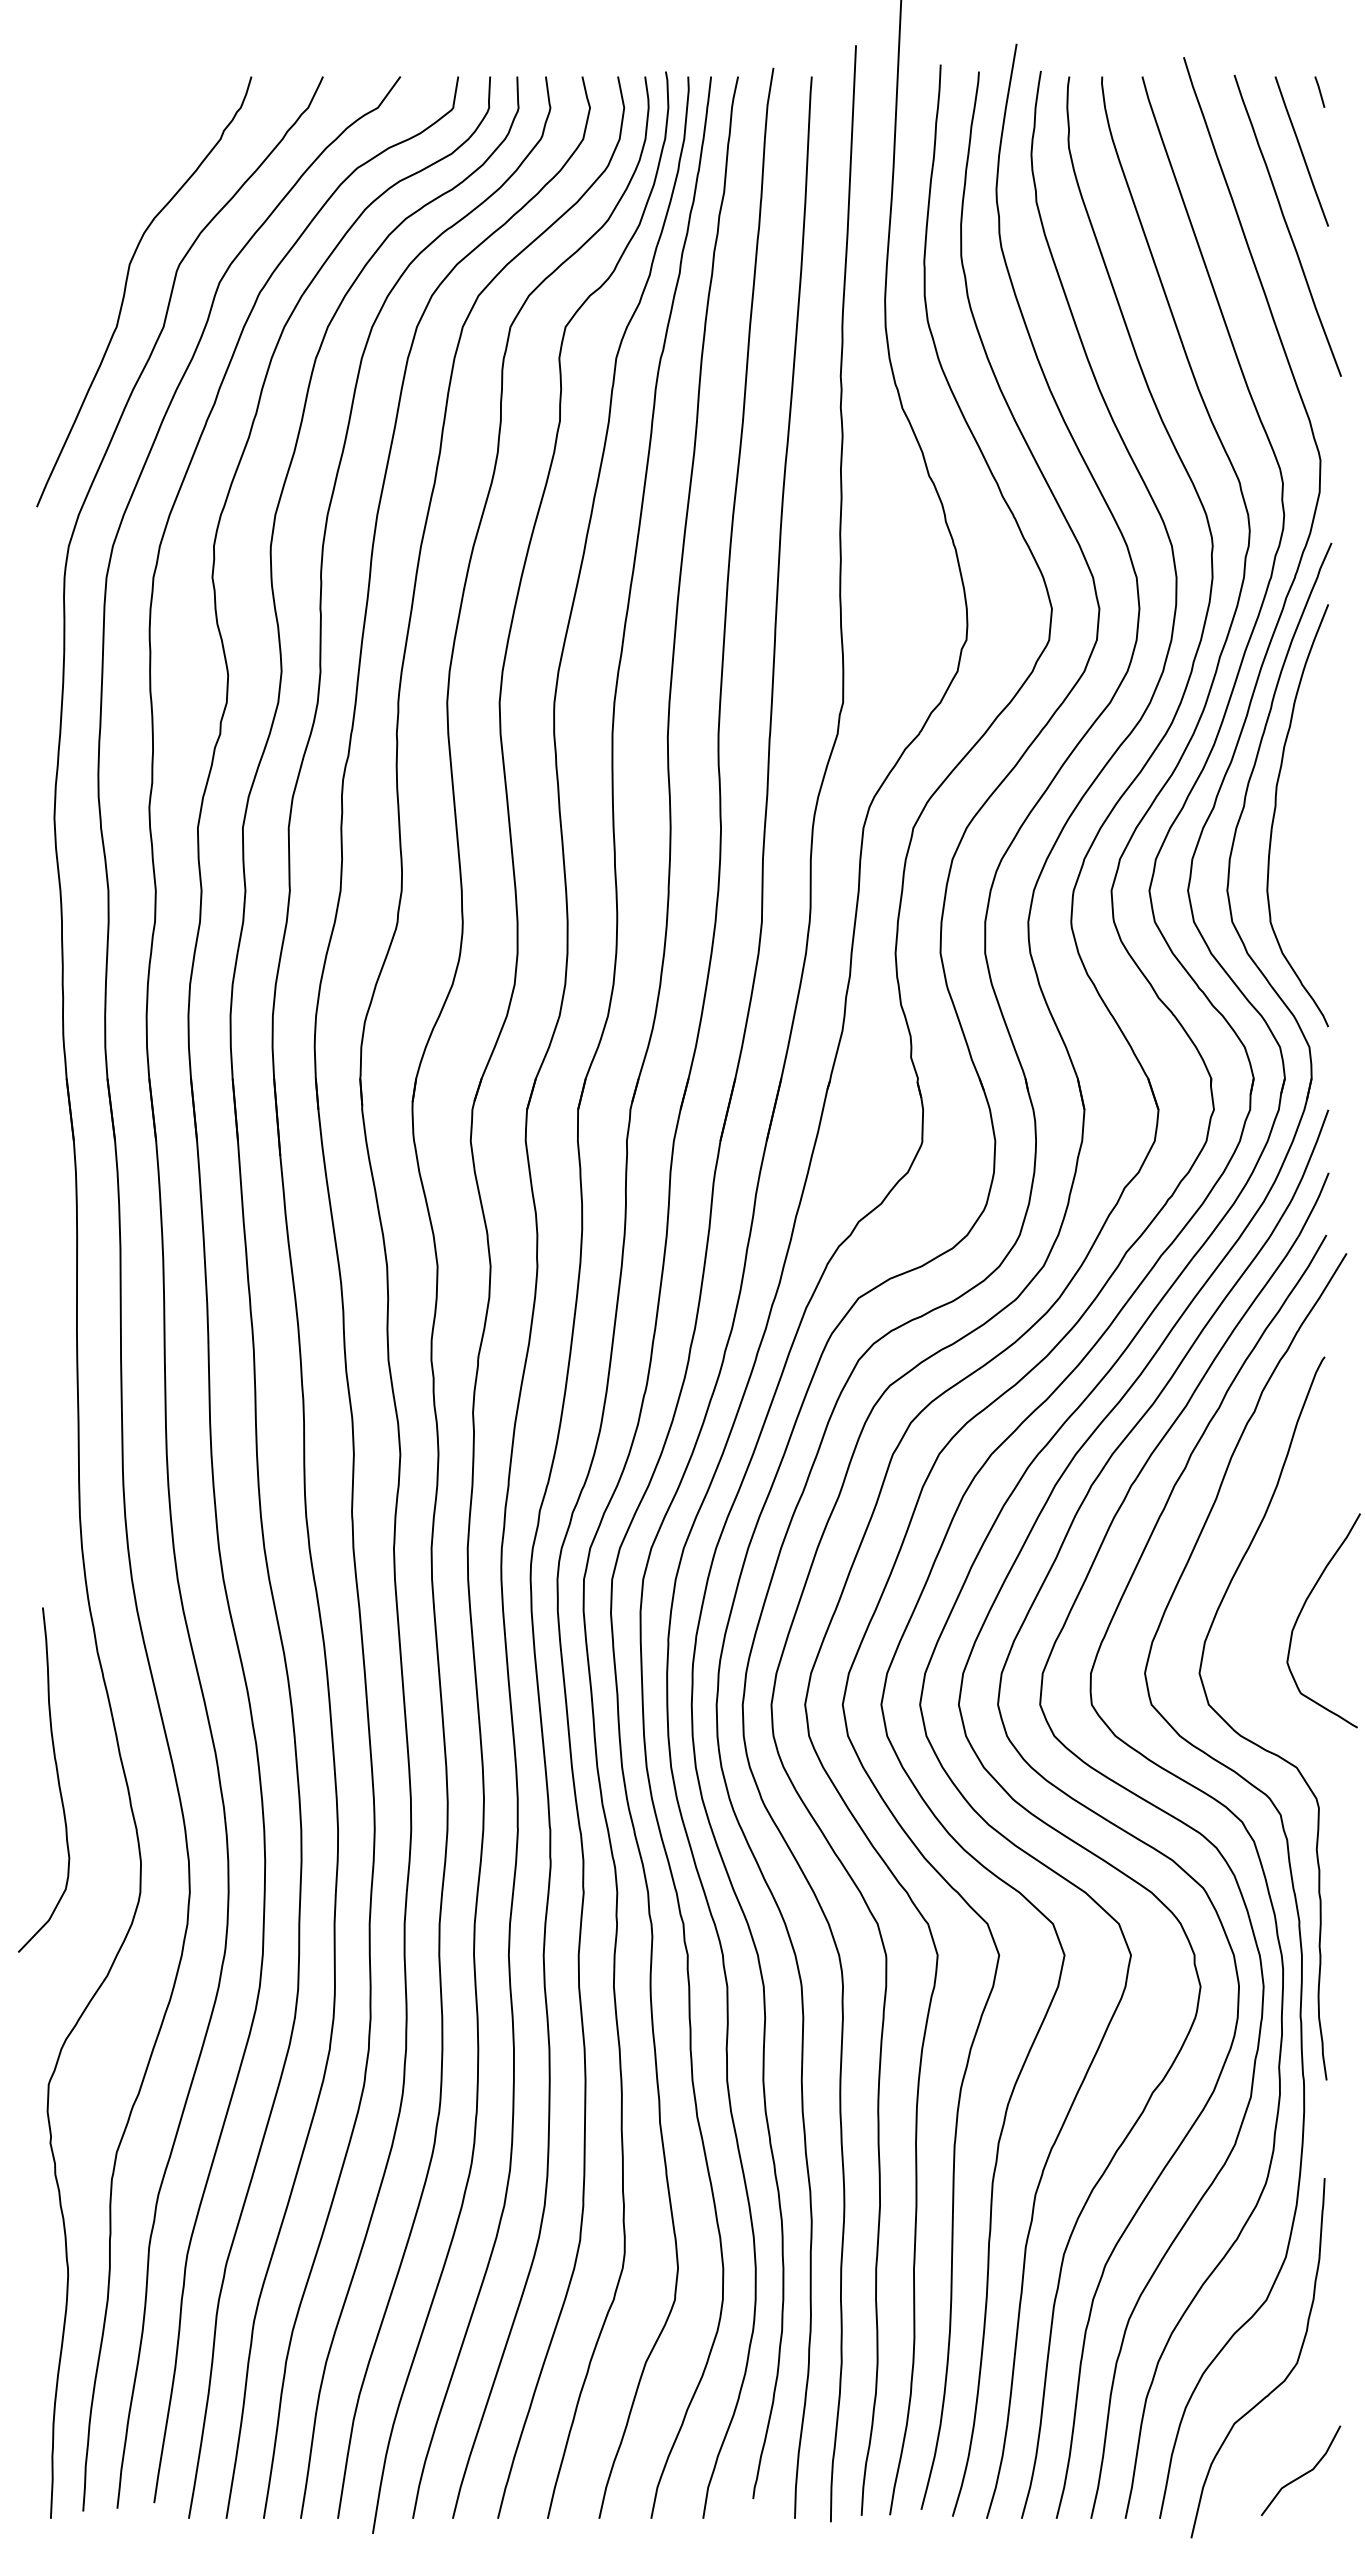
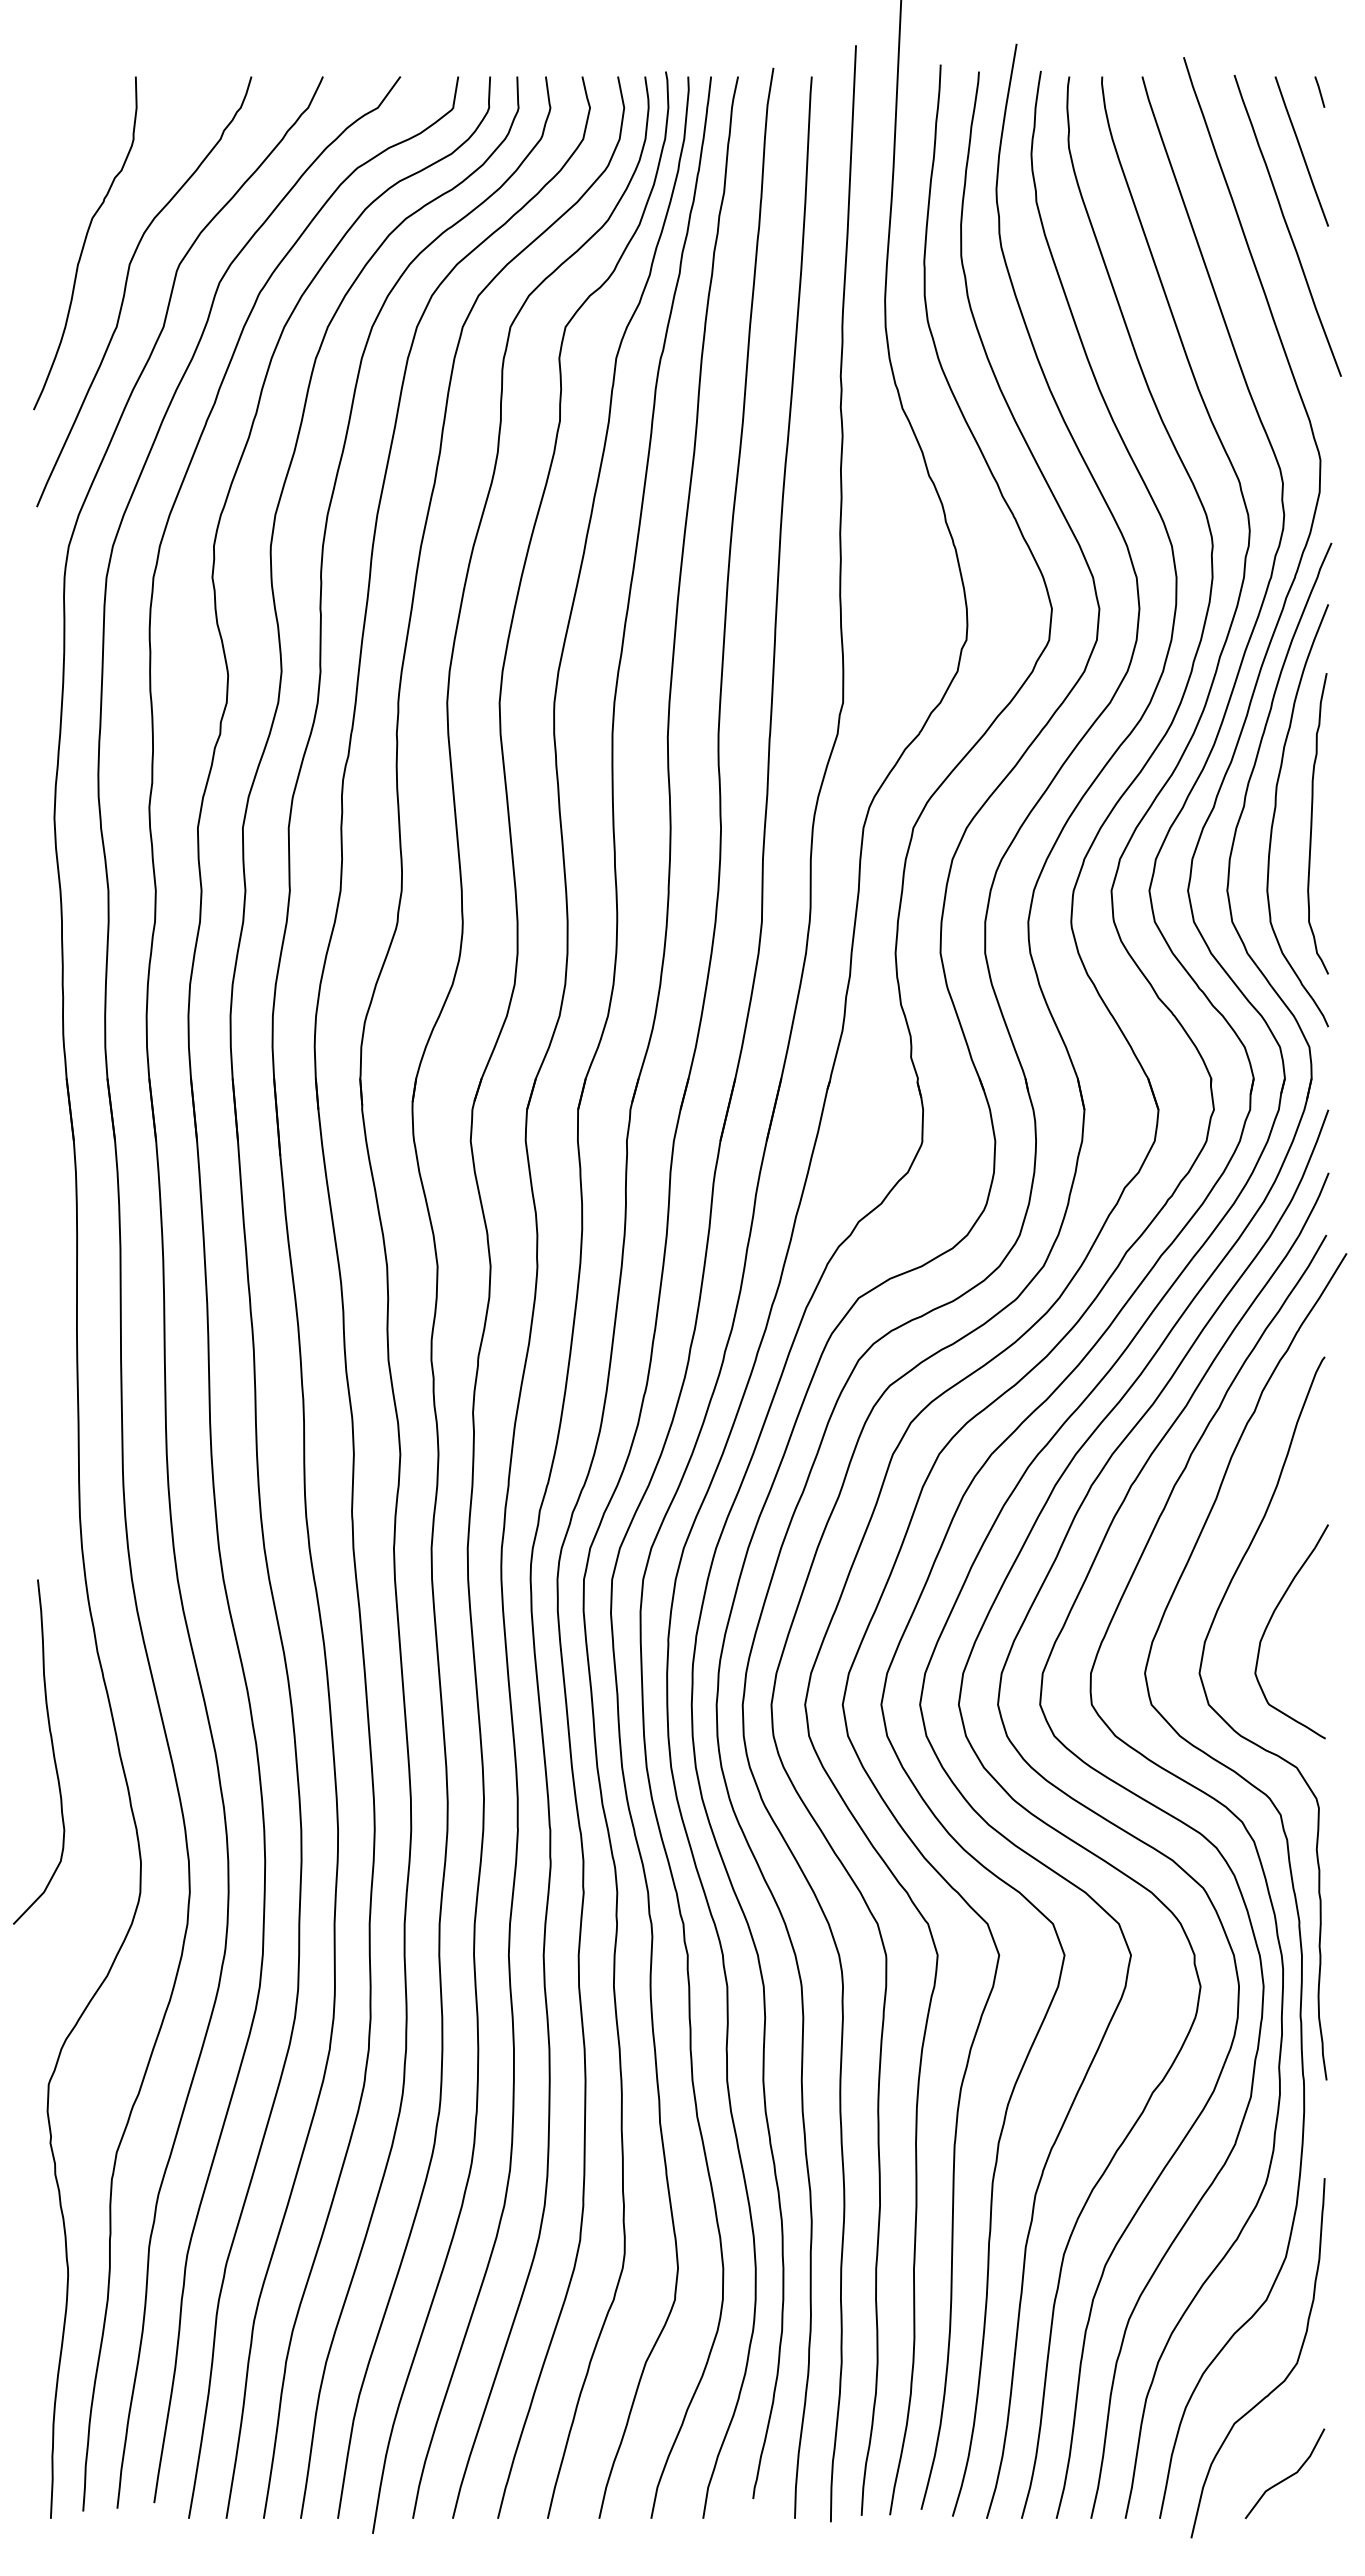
curve at (85, 243): none -> present
curve at (1312, 823): none -> present
curve at (1302, 1610) position: (1302, 1610) -> (1270, 1621)
curve at (56, 1774) position: (56, 1774) -> (51, 1746)
curve at (1302, 2474) position: (1302, 2474) -> (1286, 2477)
